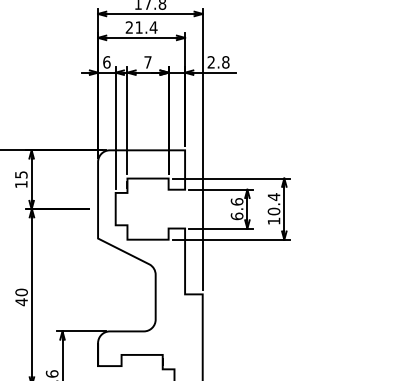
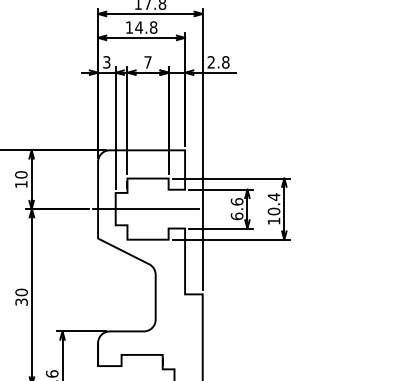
text at (141, 27): 21.4 -> 14.8
text at (106, 62): 6 -> 3
text at (21, 174): 15 -> 10
line at (145, 209): none -> present
text at (21, 302): 40 -> 30
